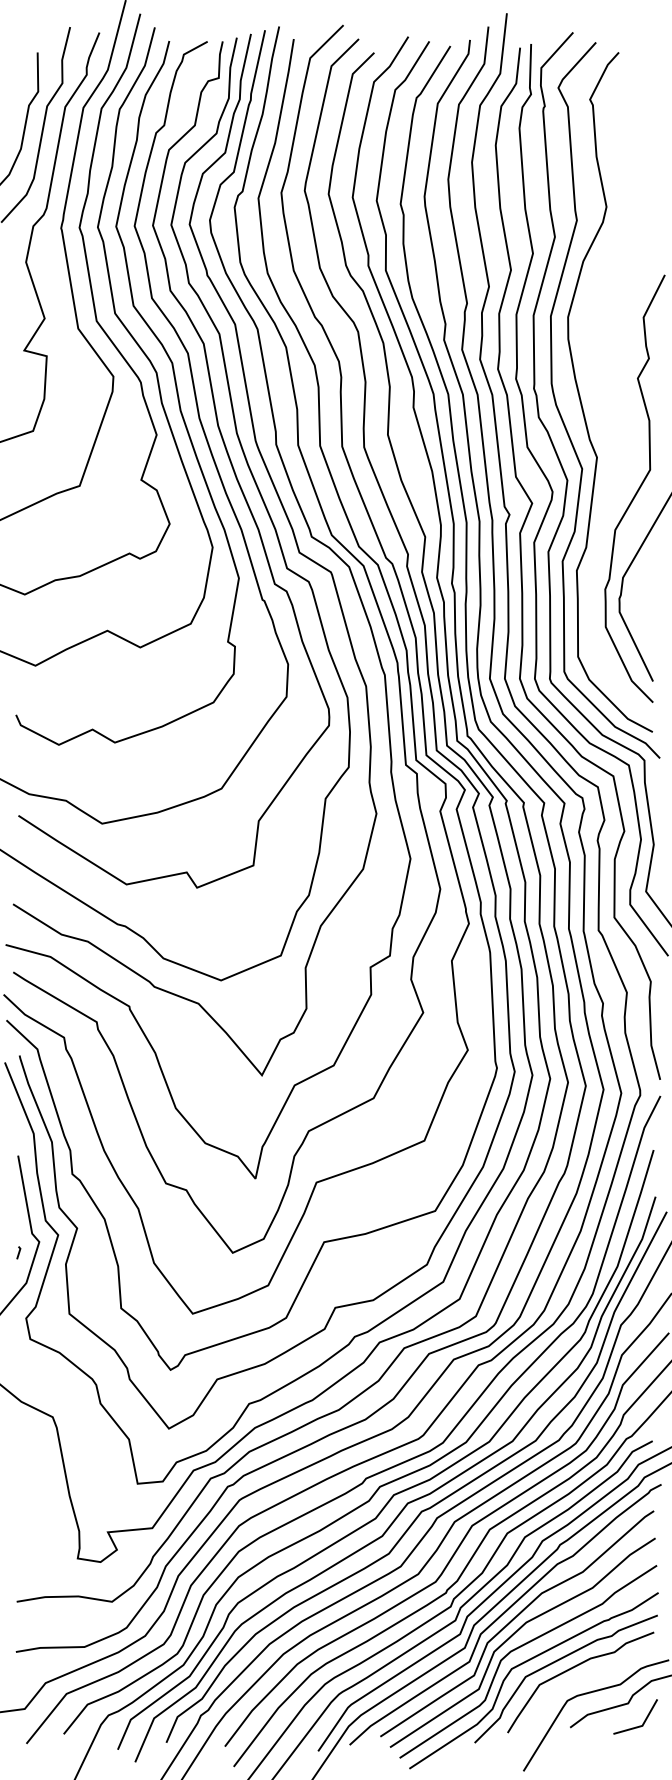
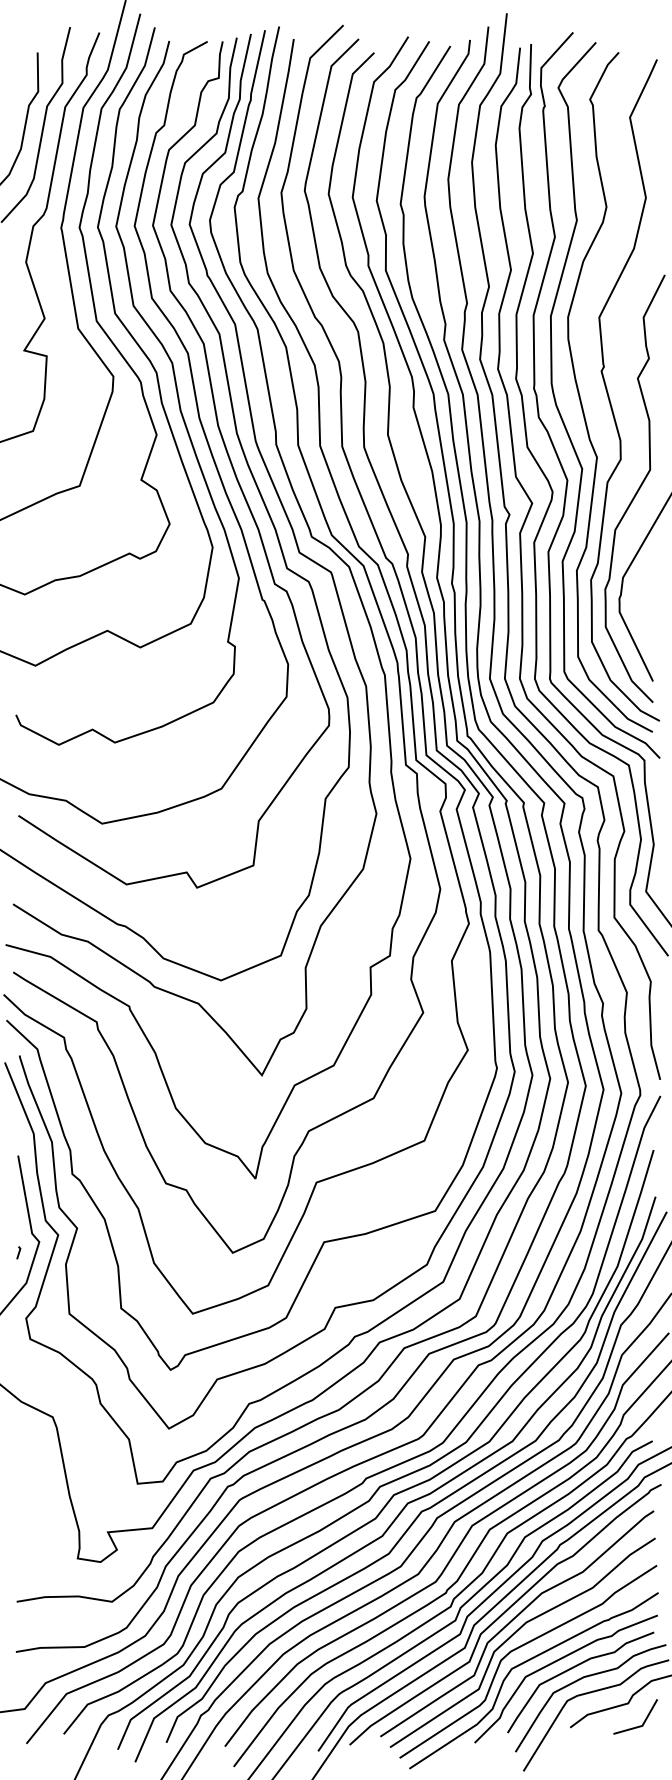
curve at (609, 395): none -> present
curve at (581, 1679): none -> present
